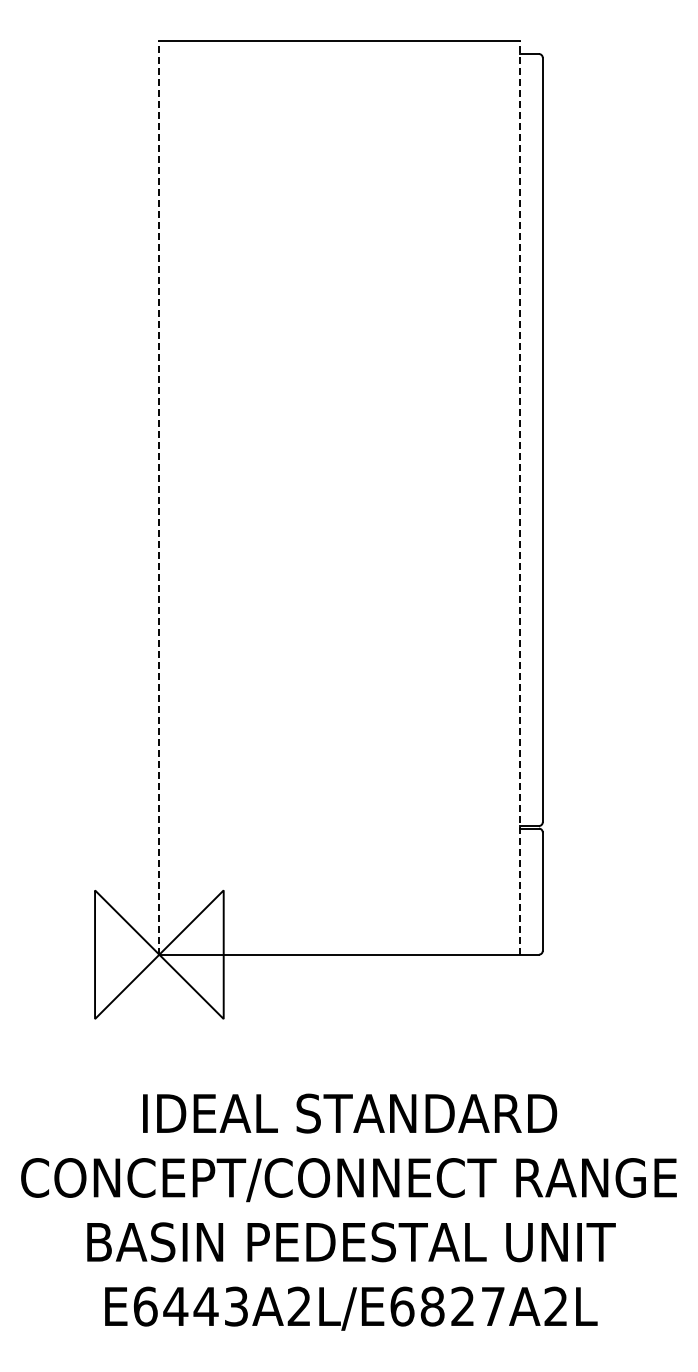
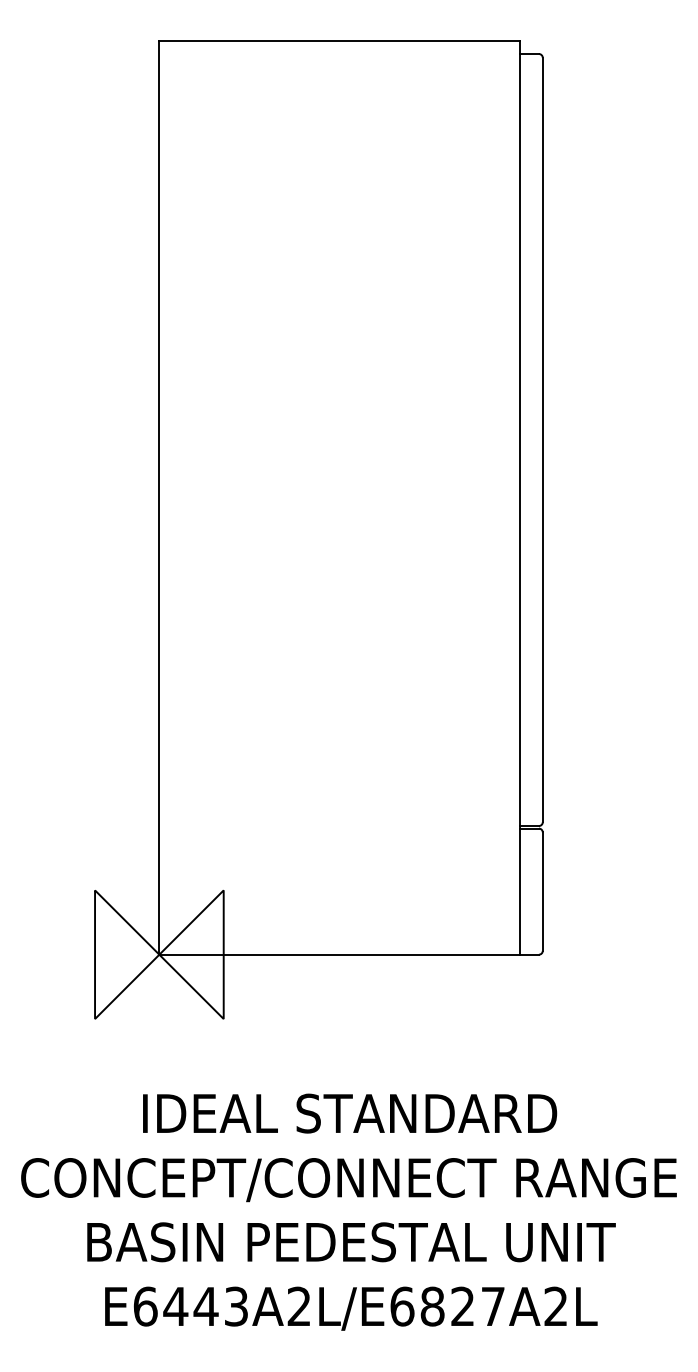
line at (159, 497): dashed -> solid
line at (519, 497): dashed -> solid
